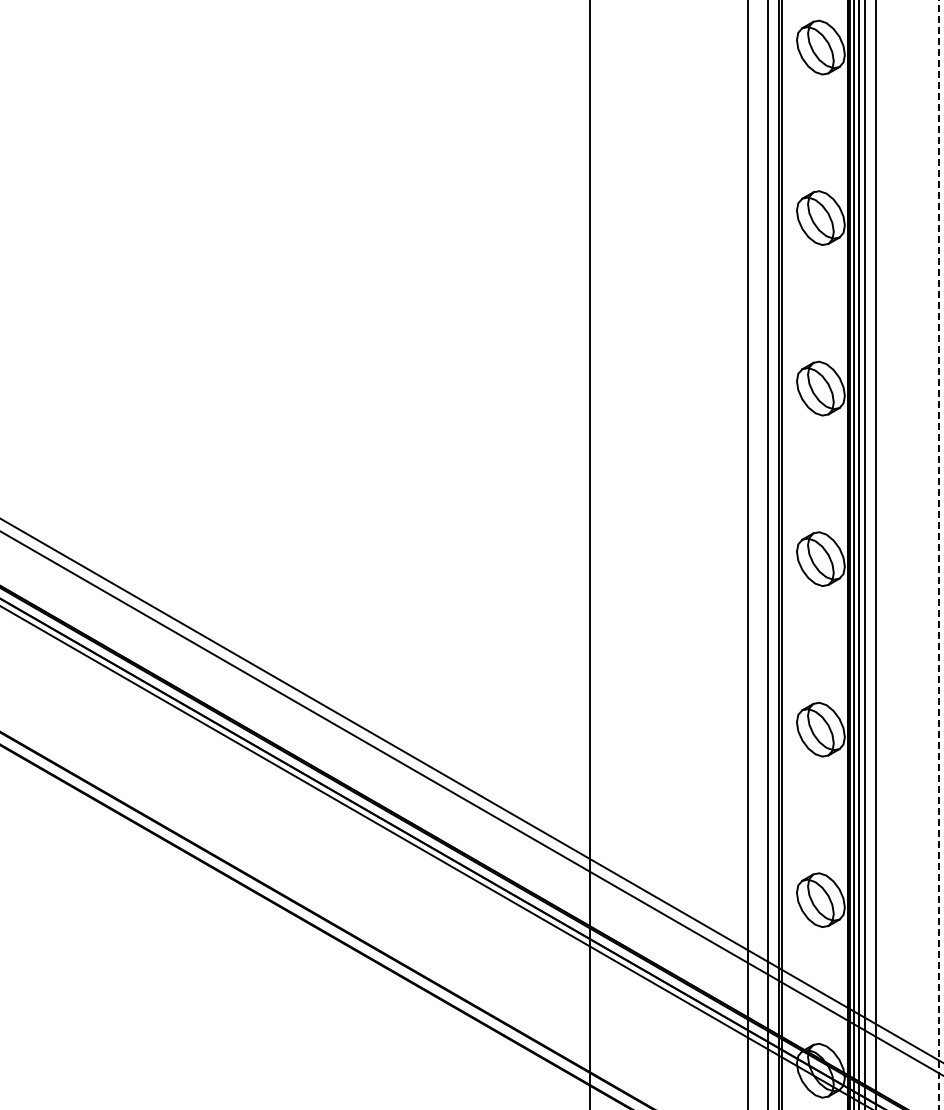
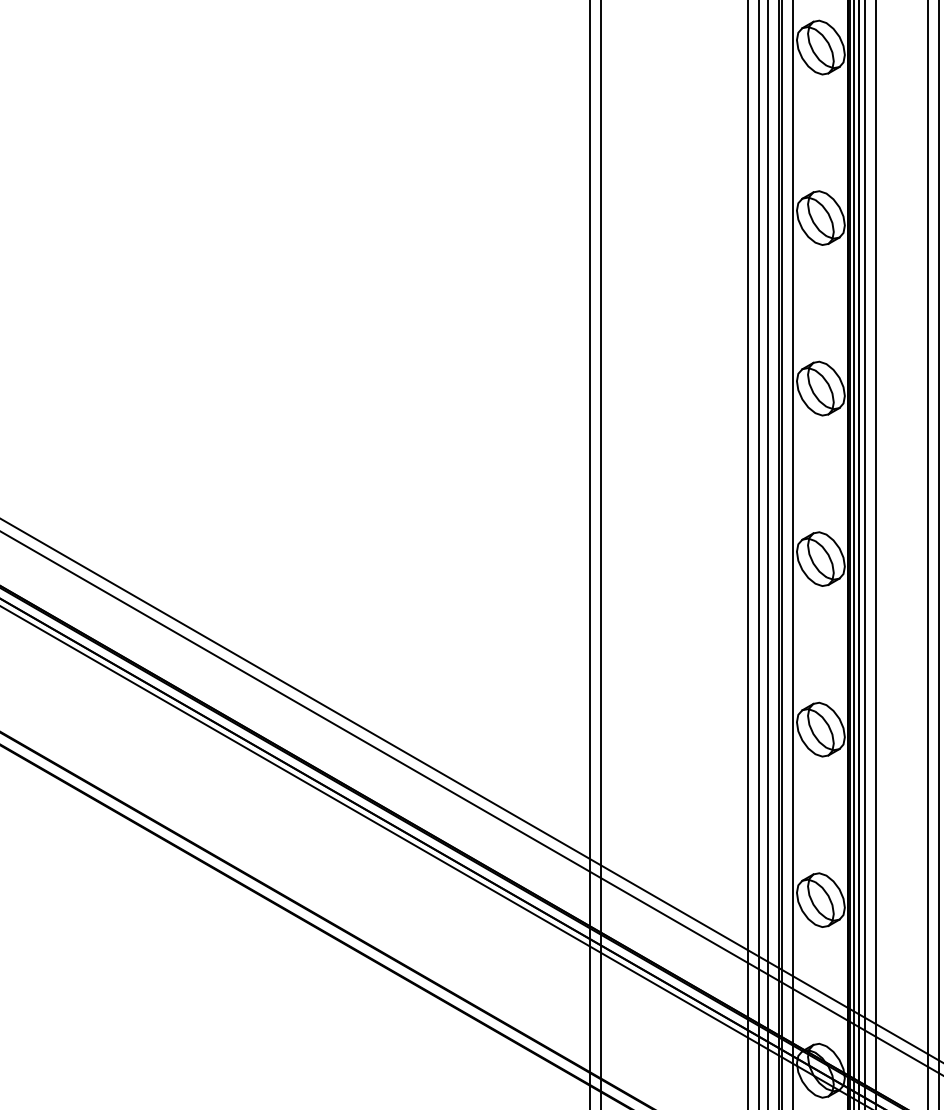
line at (601, 554): none -> present
line at (759, 554): none -> present
line at (793, 554): none -> present
line at (927, 554): none -> present
line at (939, 554): dashed -> solid
